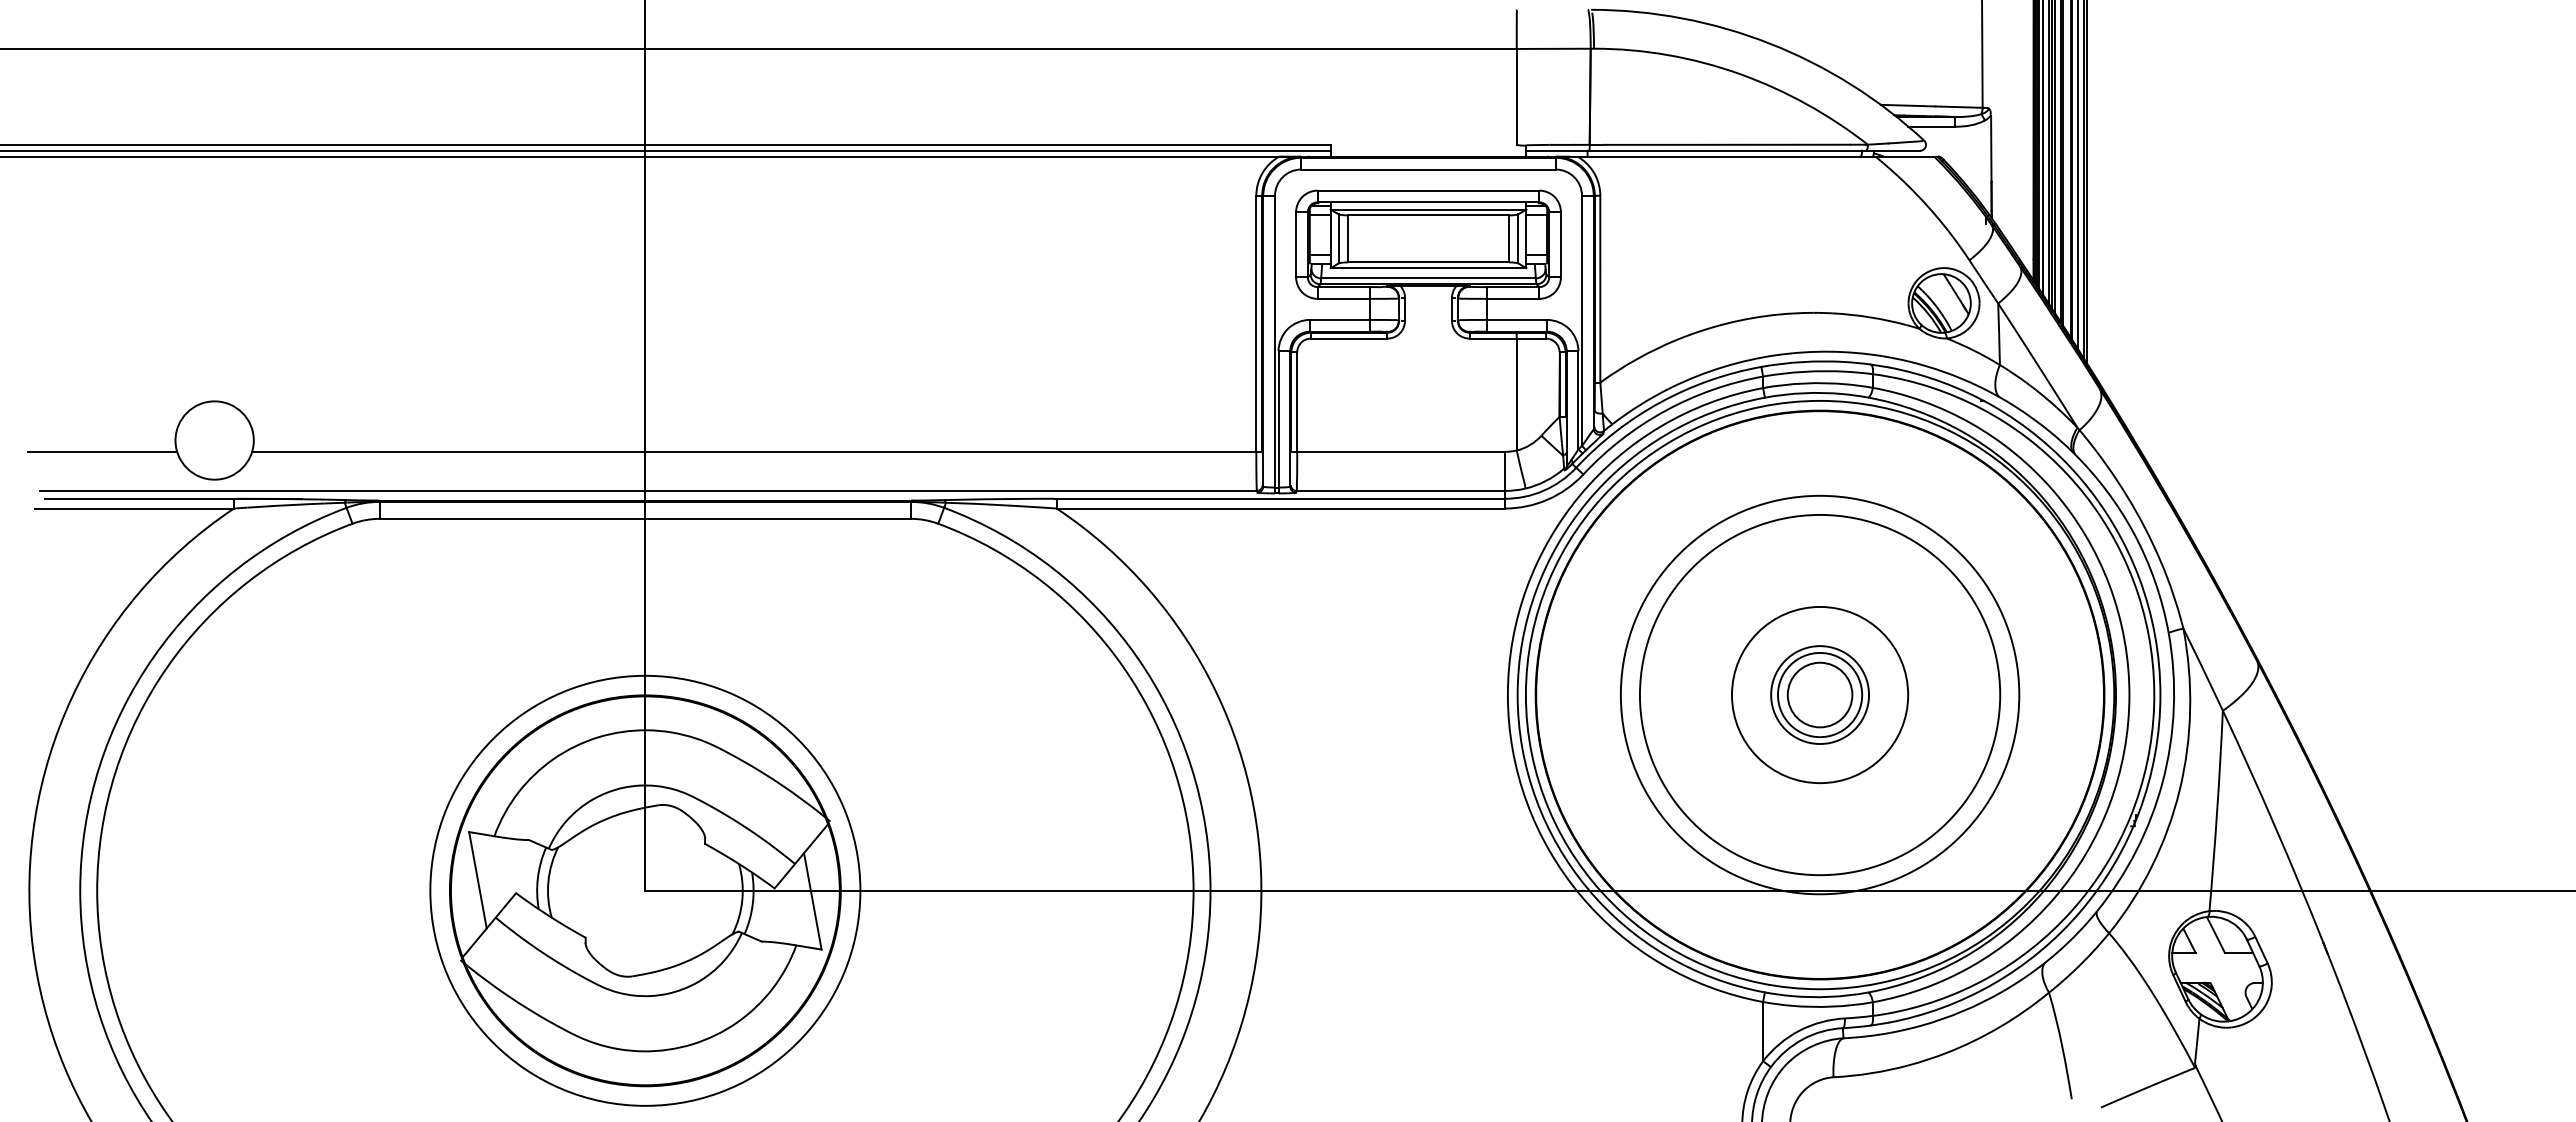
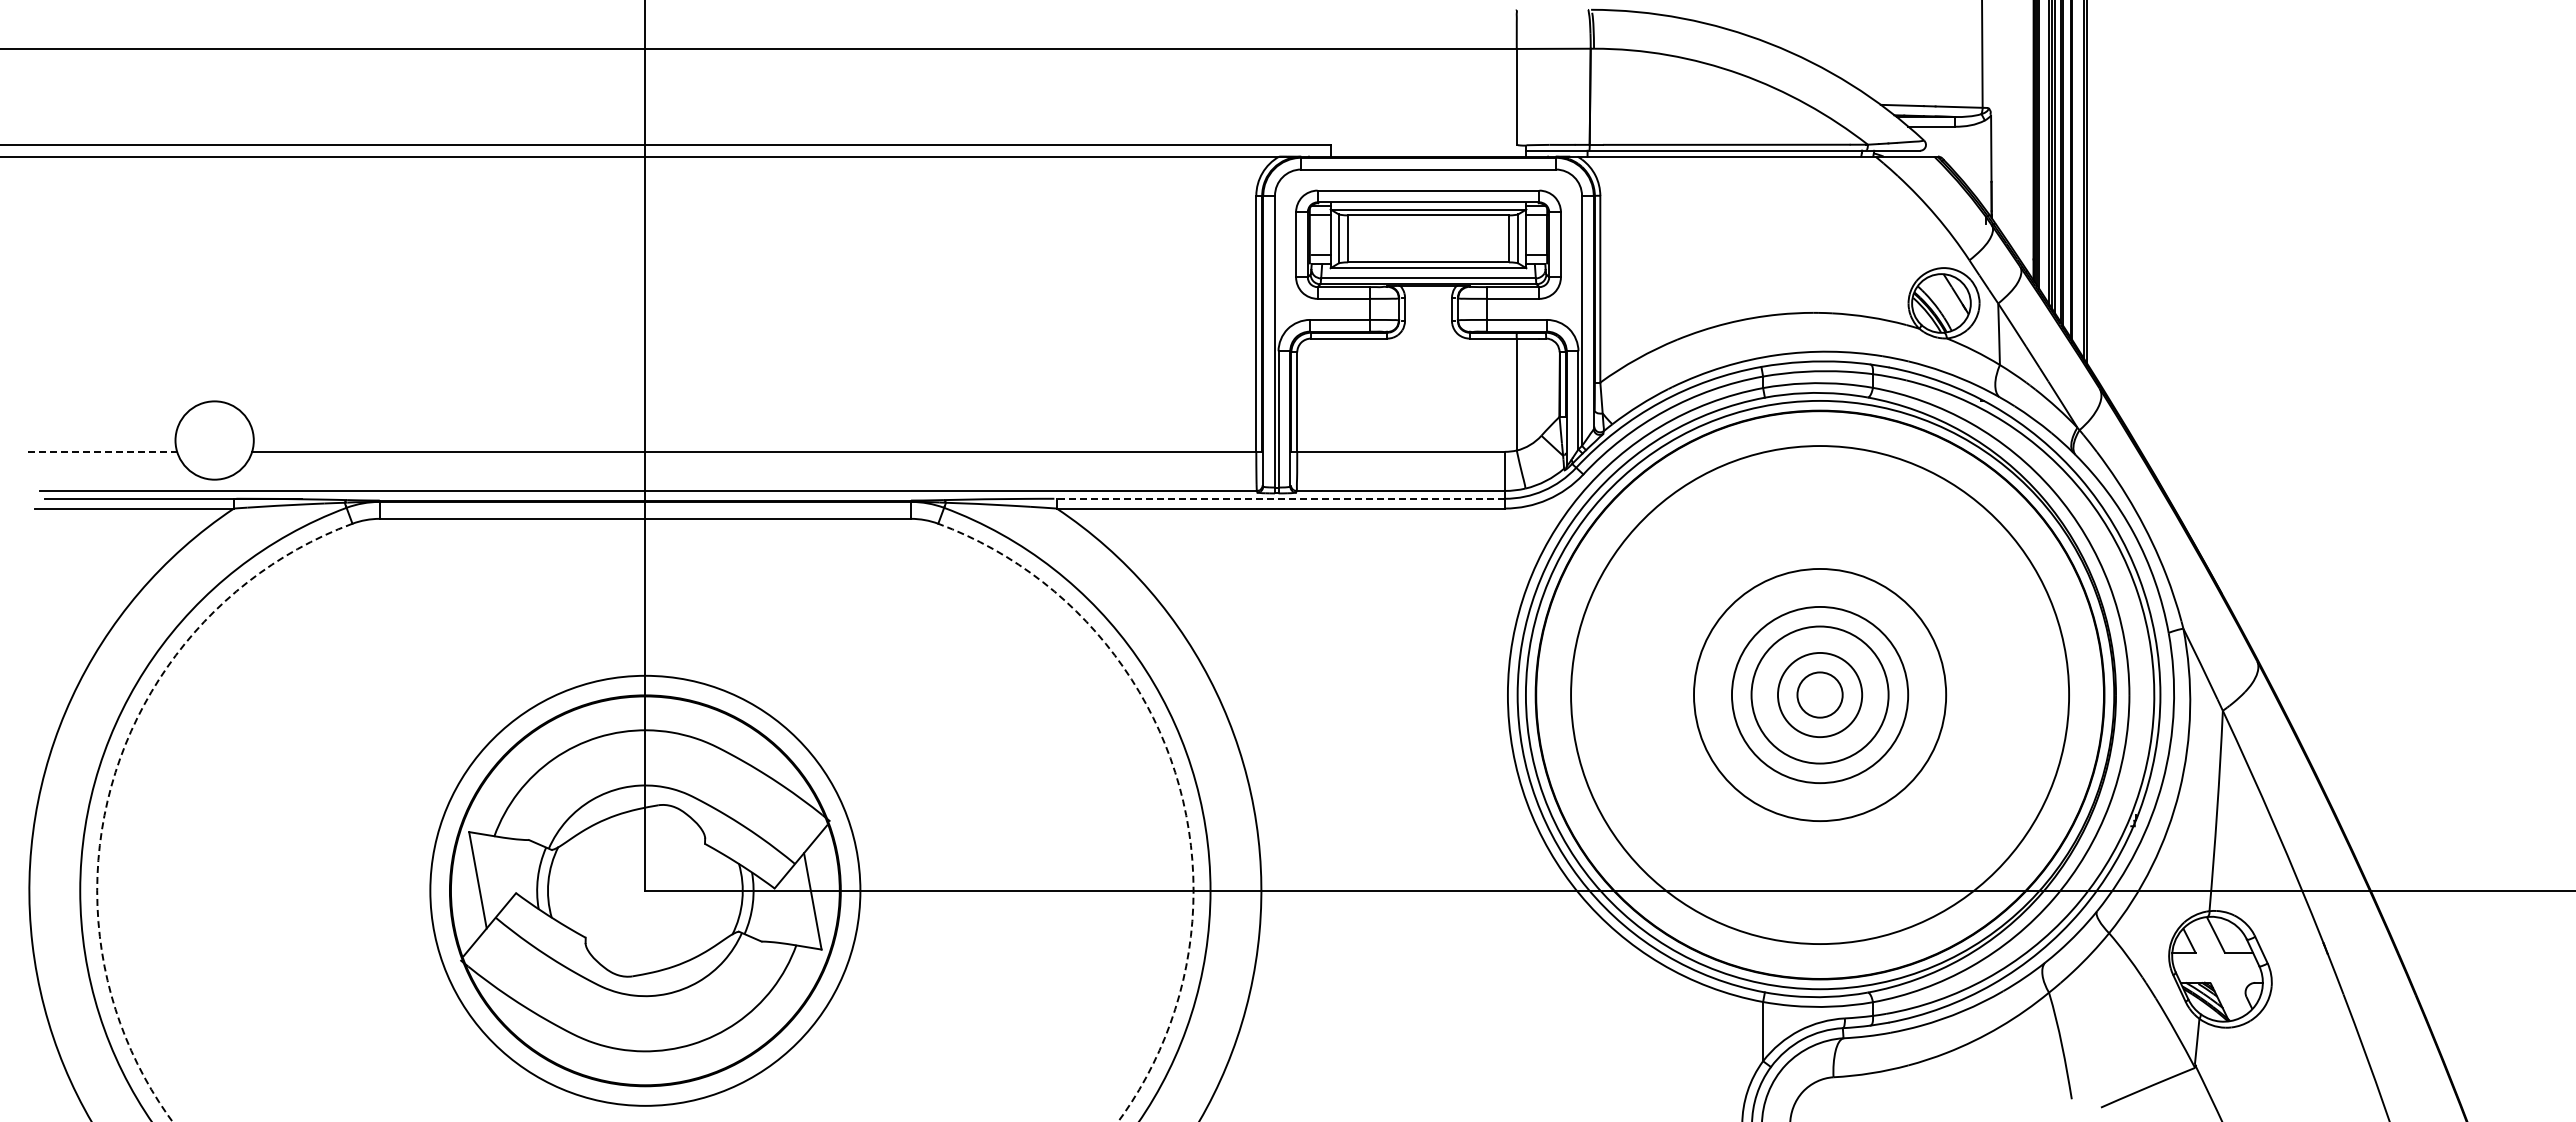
line at (2043, 149): present -> none
line at (666, 150): present -> none
line at (2078, 177): present -> none
line at (103, 451): solid -> dashed
line at (1279, 498): solid -> dashed
circle at (1819, 694) diameter: 360 px -> 252 px
circle at (1819, 694) diameter: 398 px -> 498 px
circle at (1819, 694) diameter: 65 px -> 45 px
circle at (1820, 695) diameter: 98 px -> 137 px
arc at (1176, 778): solid -> dashed
arc at (113, 779): solid -> dashed
